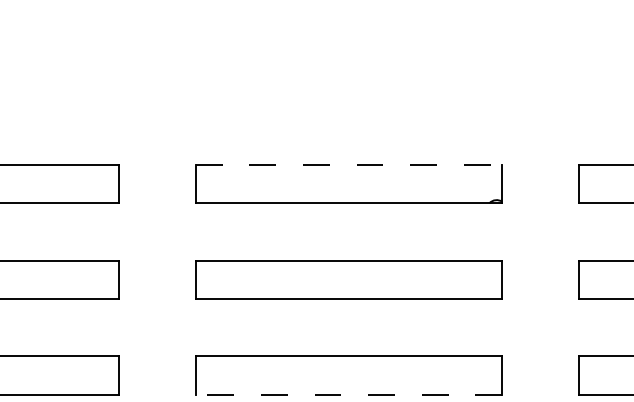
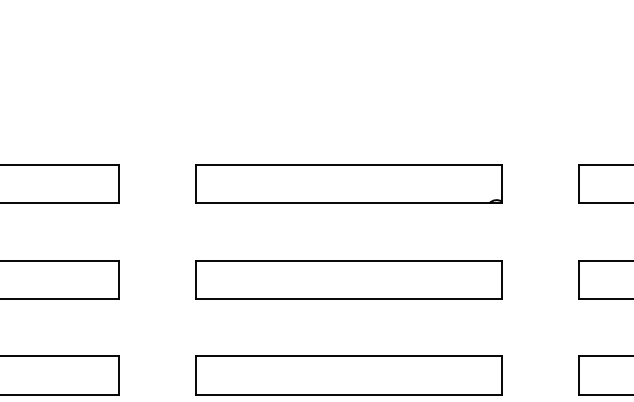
line at (349, 164): dashed -> solid
line at (348, 394): dashed -> solid
